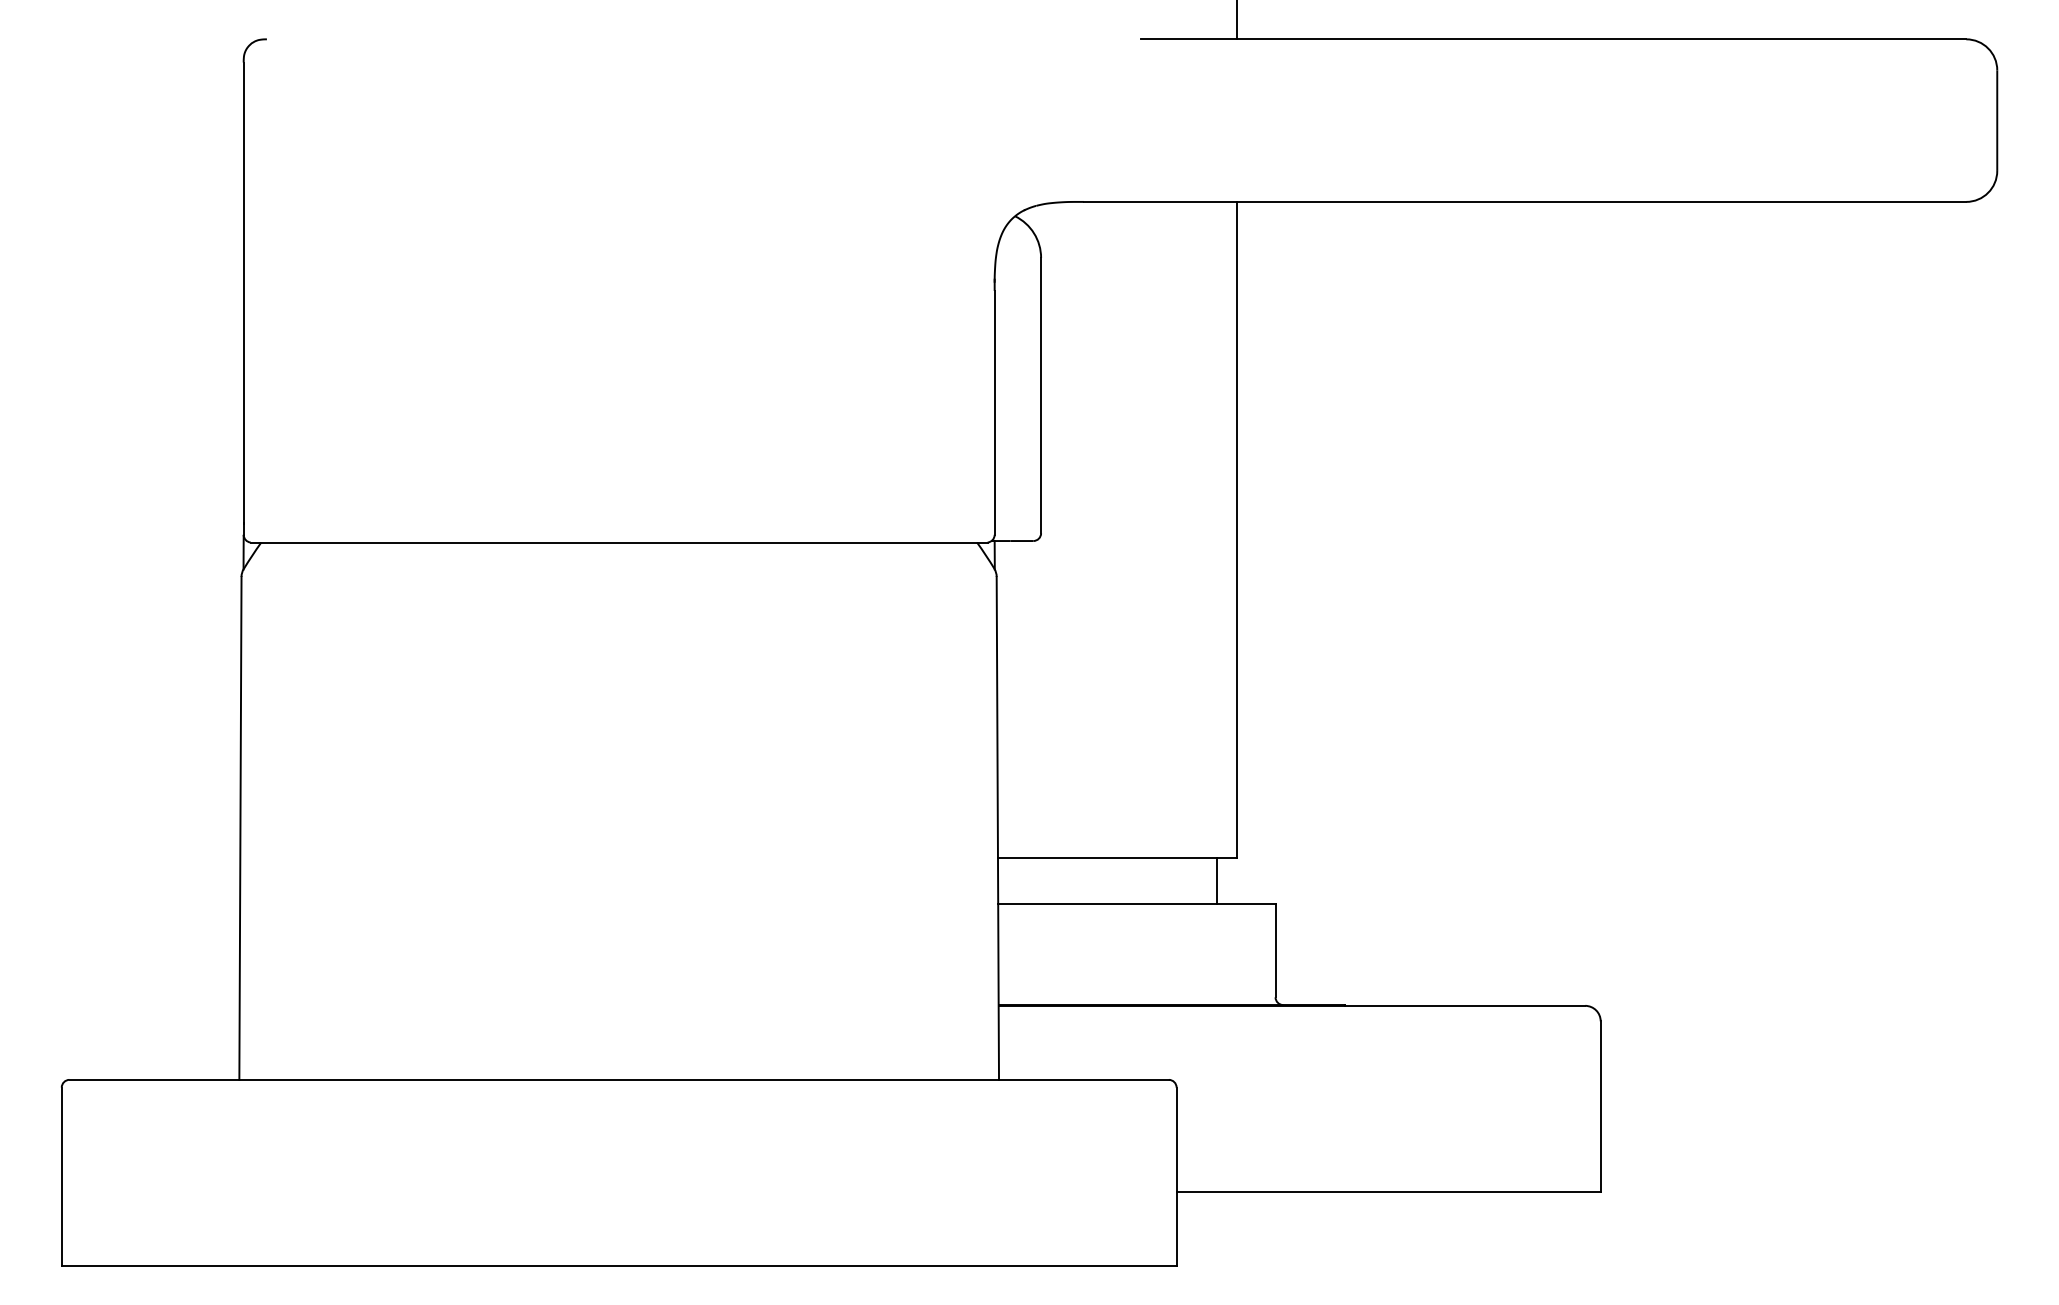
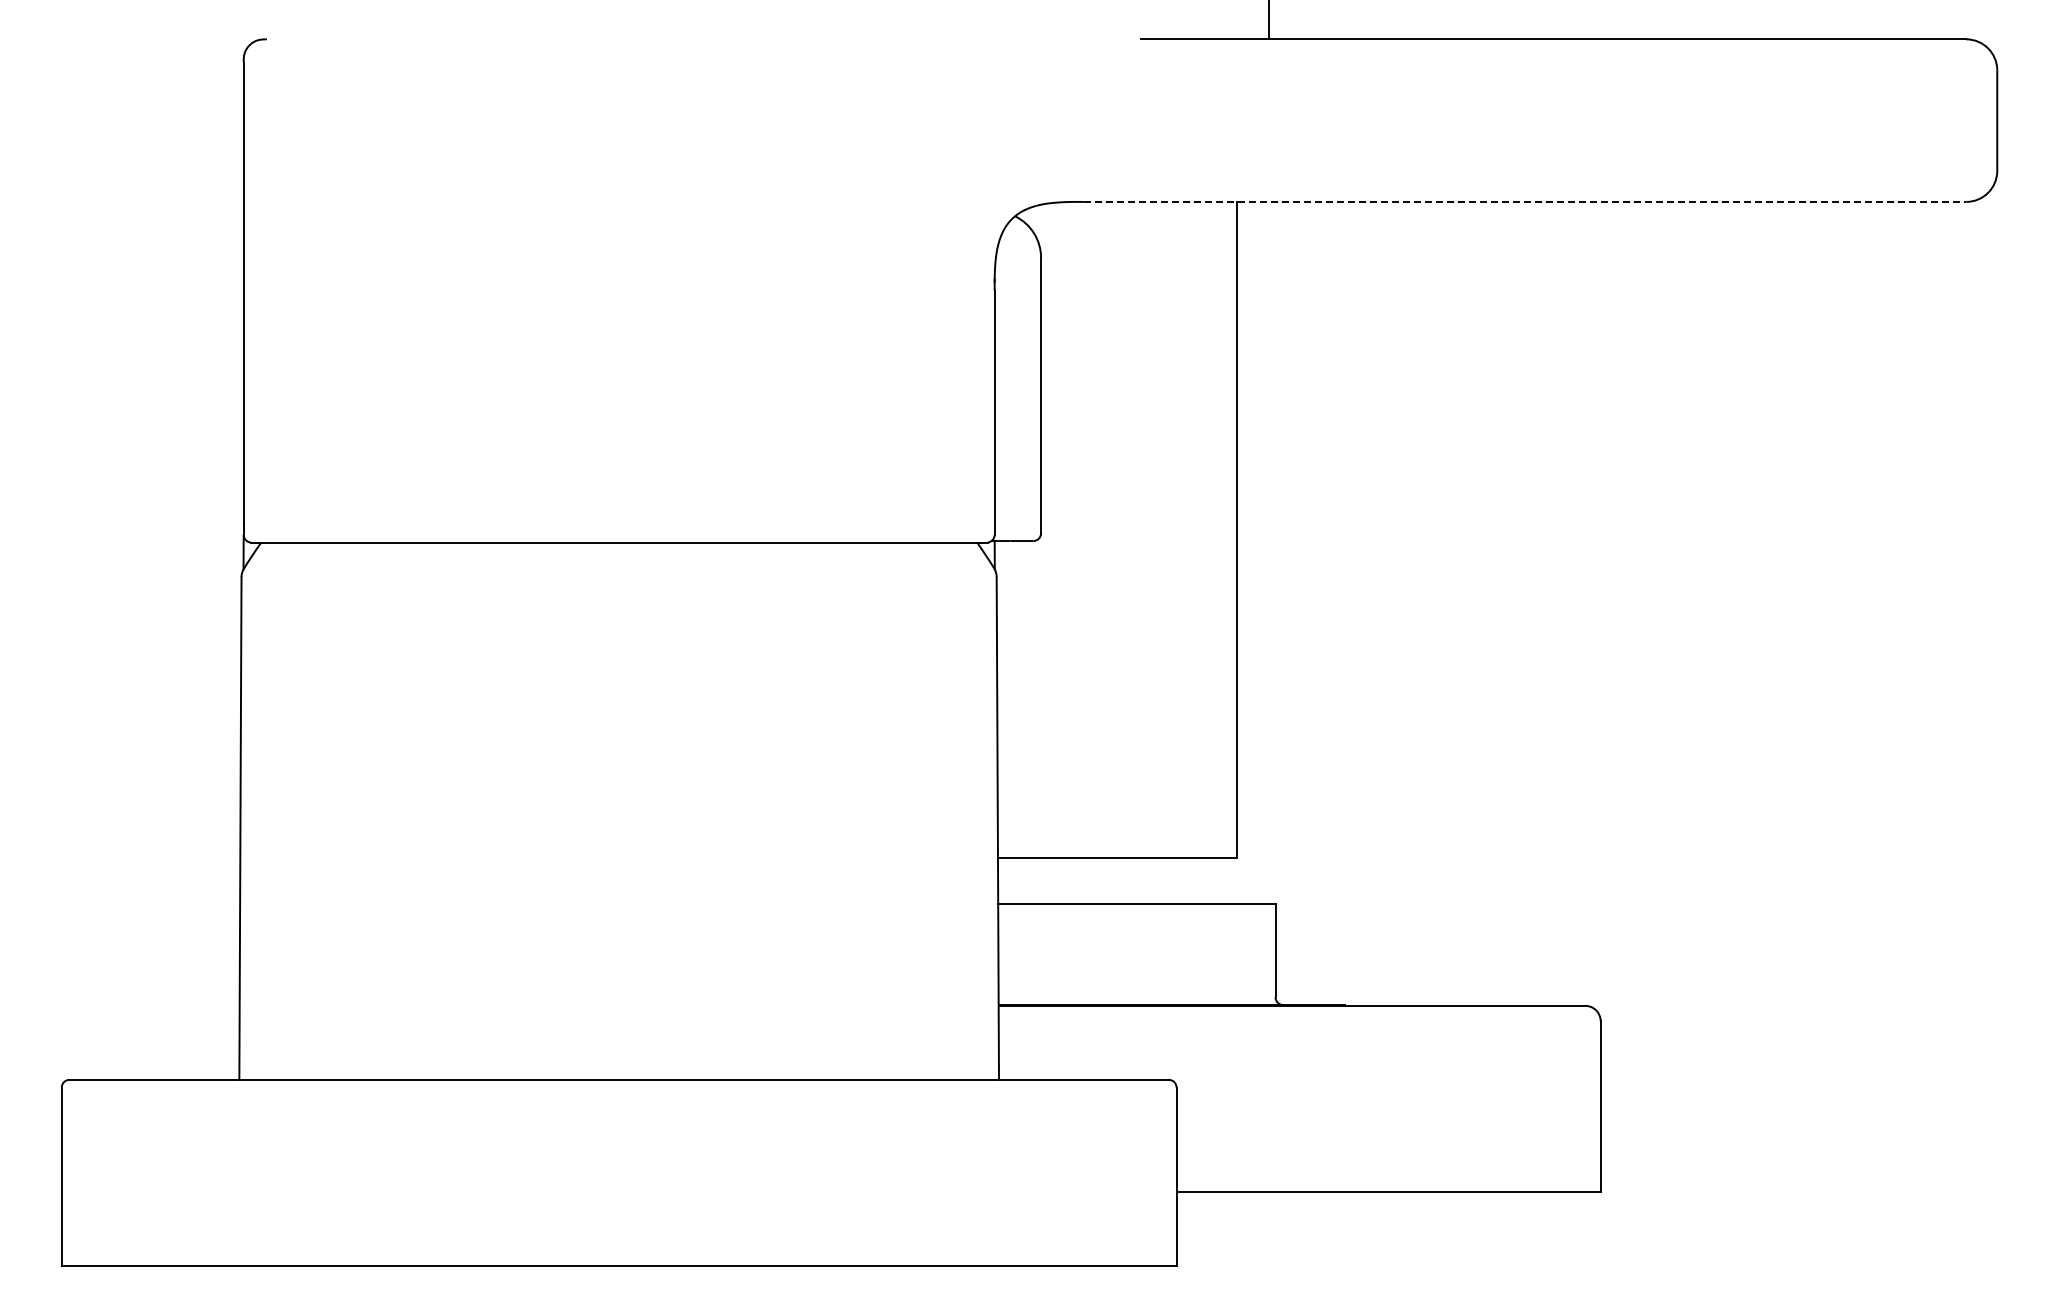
line at (1236, 20) position: (1236, 20) -> (1268, 20)
line at (1525, 201): solid -> dashed
line at (1217, 880): present -> none
